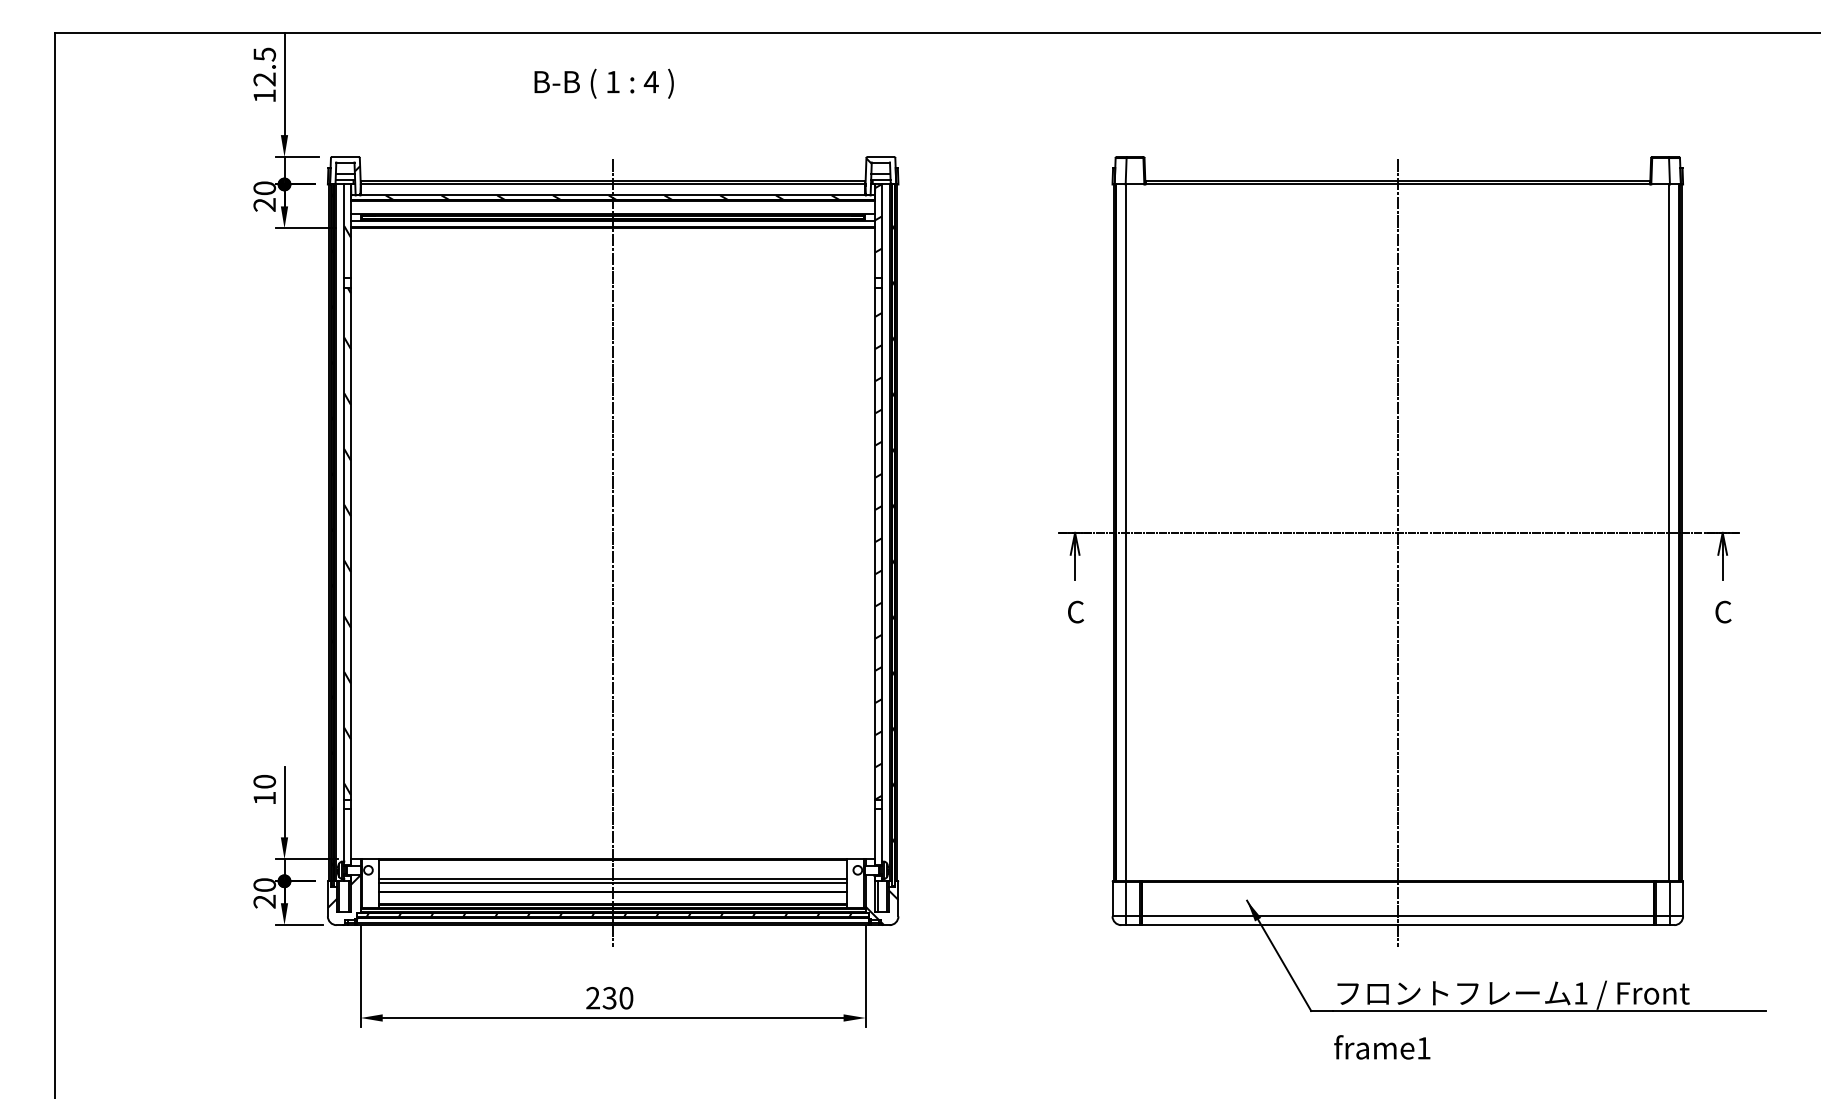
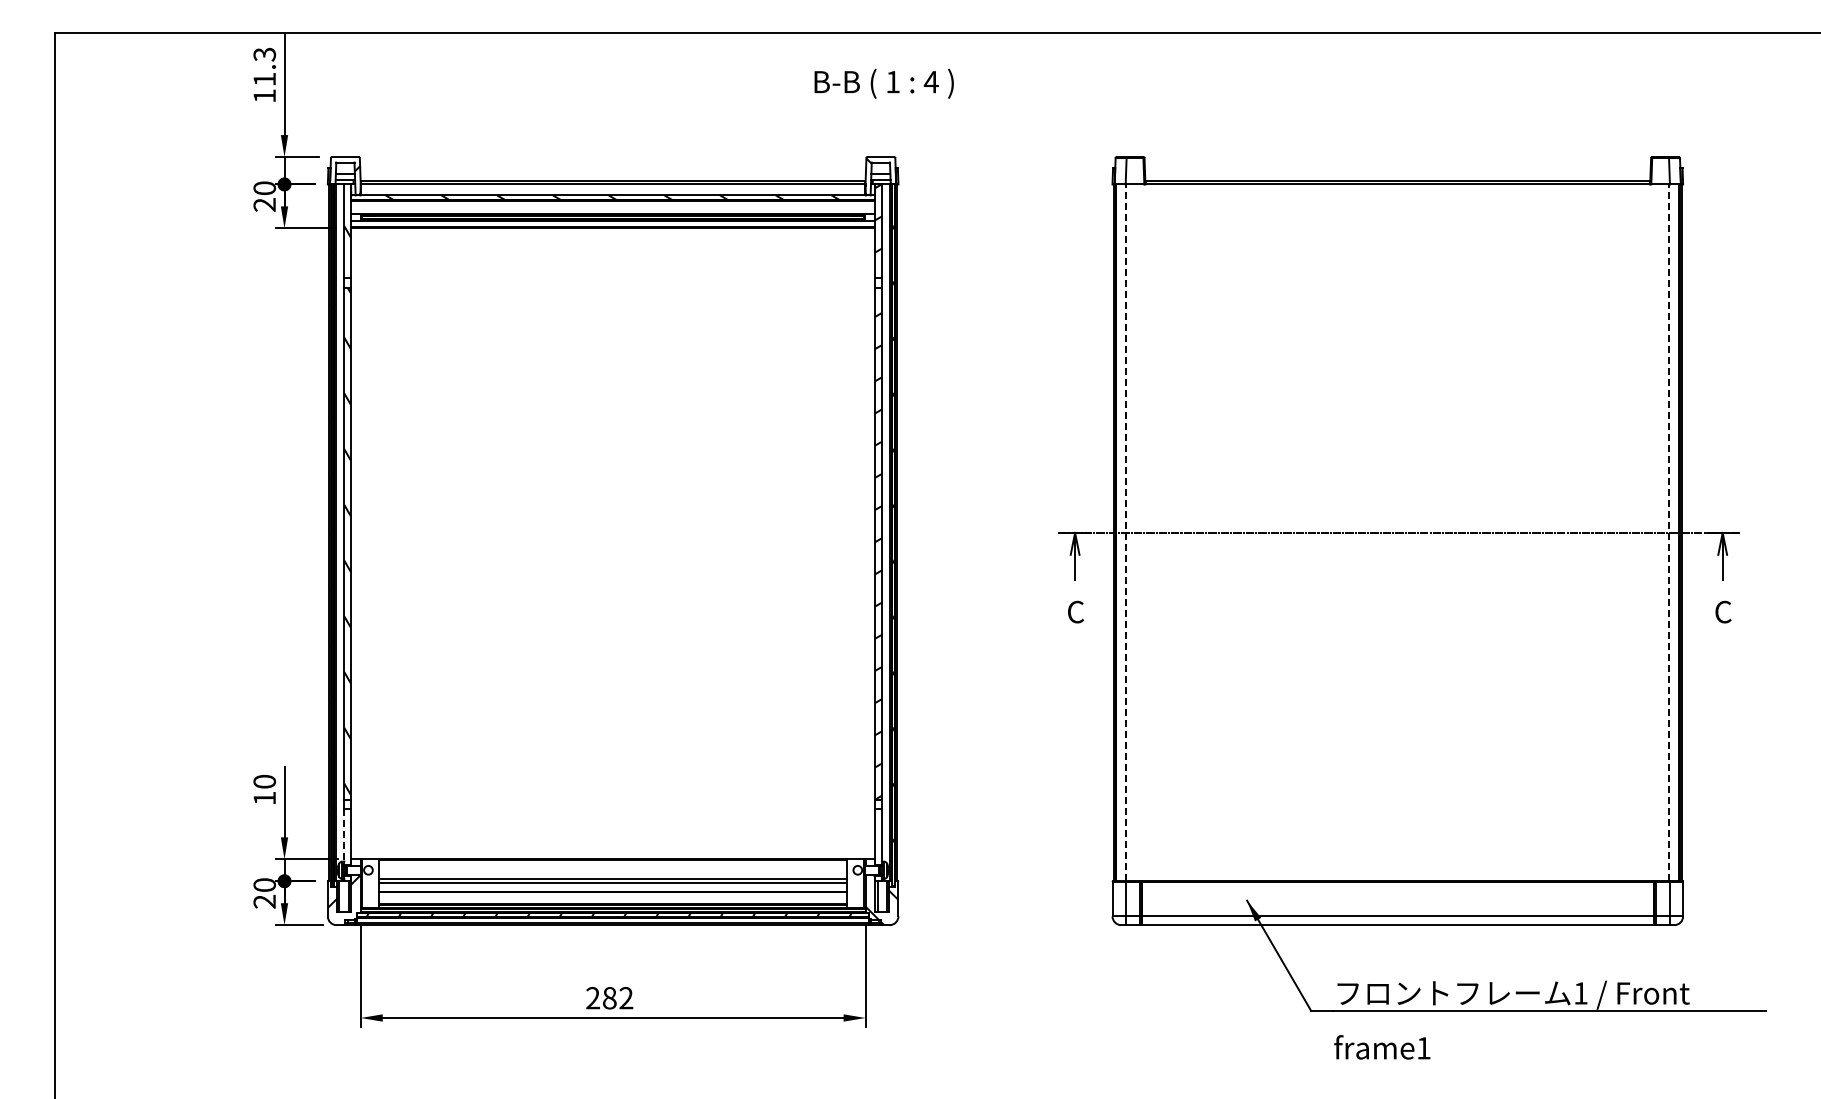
text at (264, 66): 12.5 -> 11.3
text at (603, 83) position: (603, 83) -> (883, 83)
line at (1126, 532): solid -> dashed
line at (1669, 532): solid -> dashed
line at (613, 553): present -> none
line at (1397, 553): present -> none
line at (344, 835): solid -> dashed
text at (617, 998): 230 -> 282
